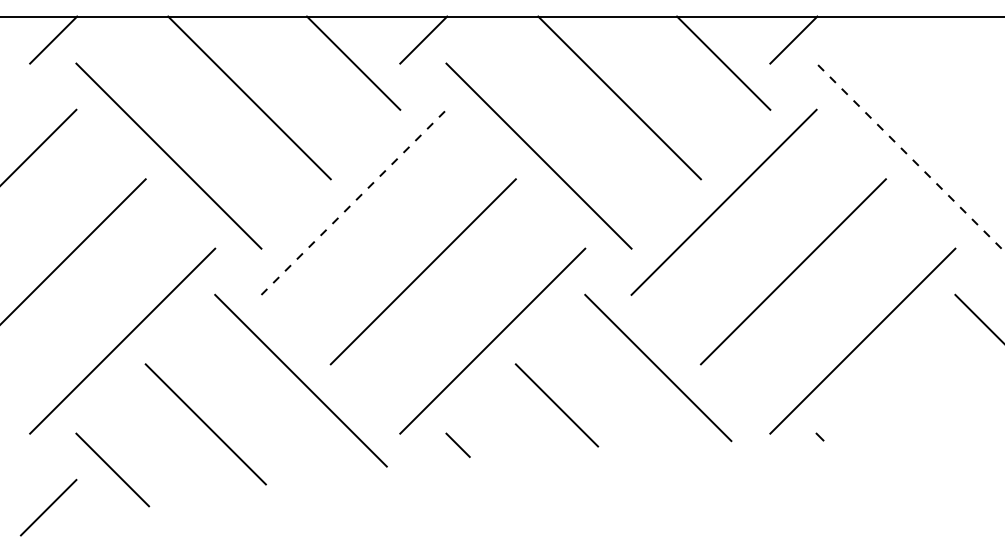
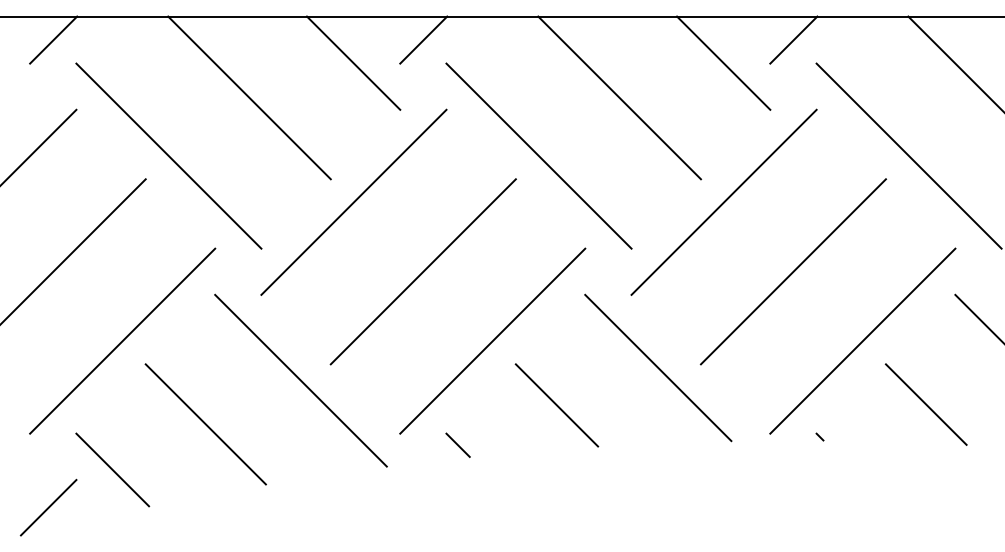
line at (954, 62): none -> present
line at (909, 156): dashed -> solid
line at (353, 202): dashed -> solid
line at (925, 404): none -> present
